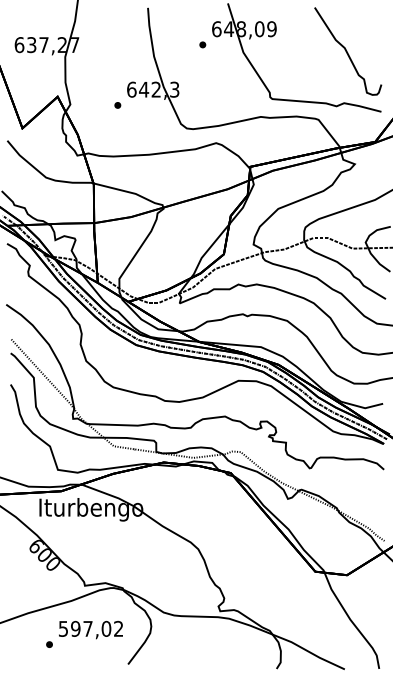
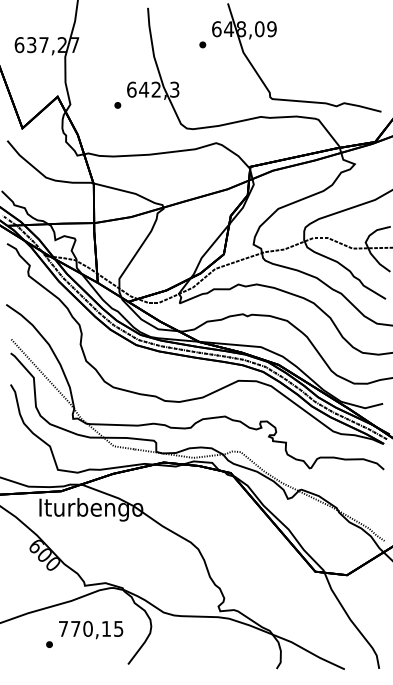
curve at (347, 51): present -> none
text at (91, 628): 597,02 -> 770,15
